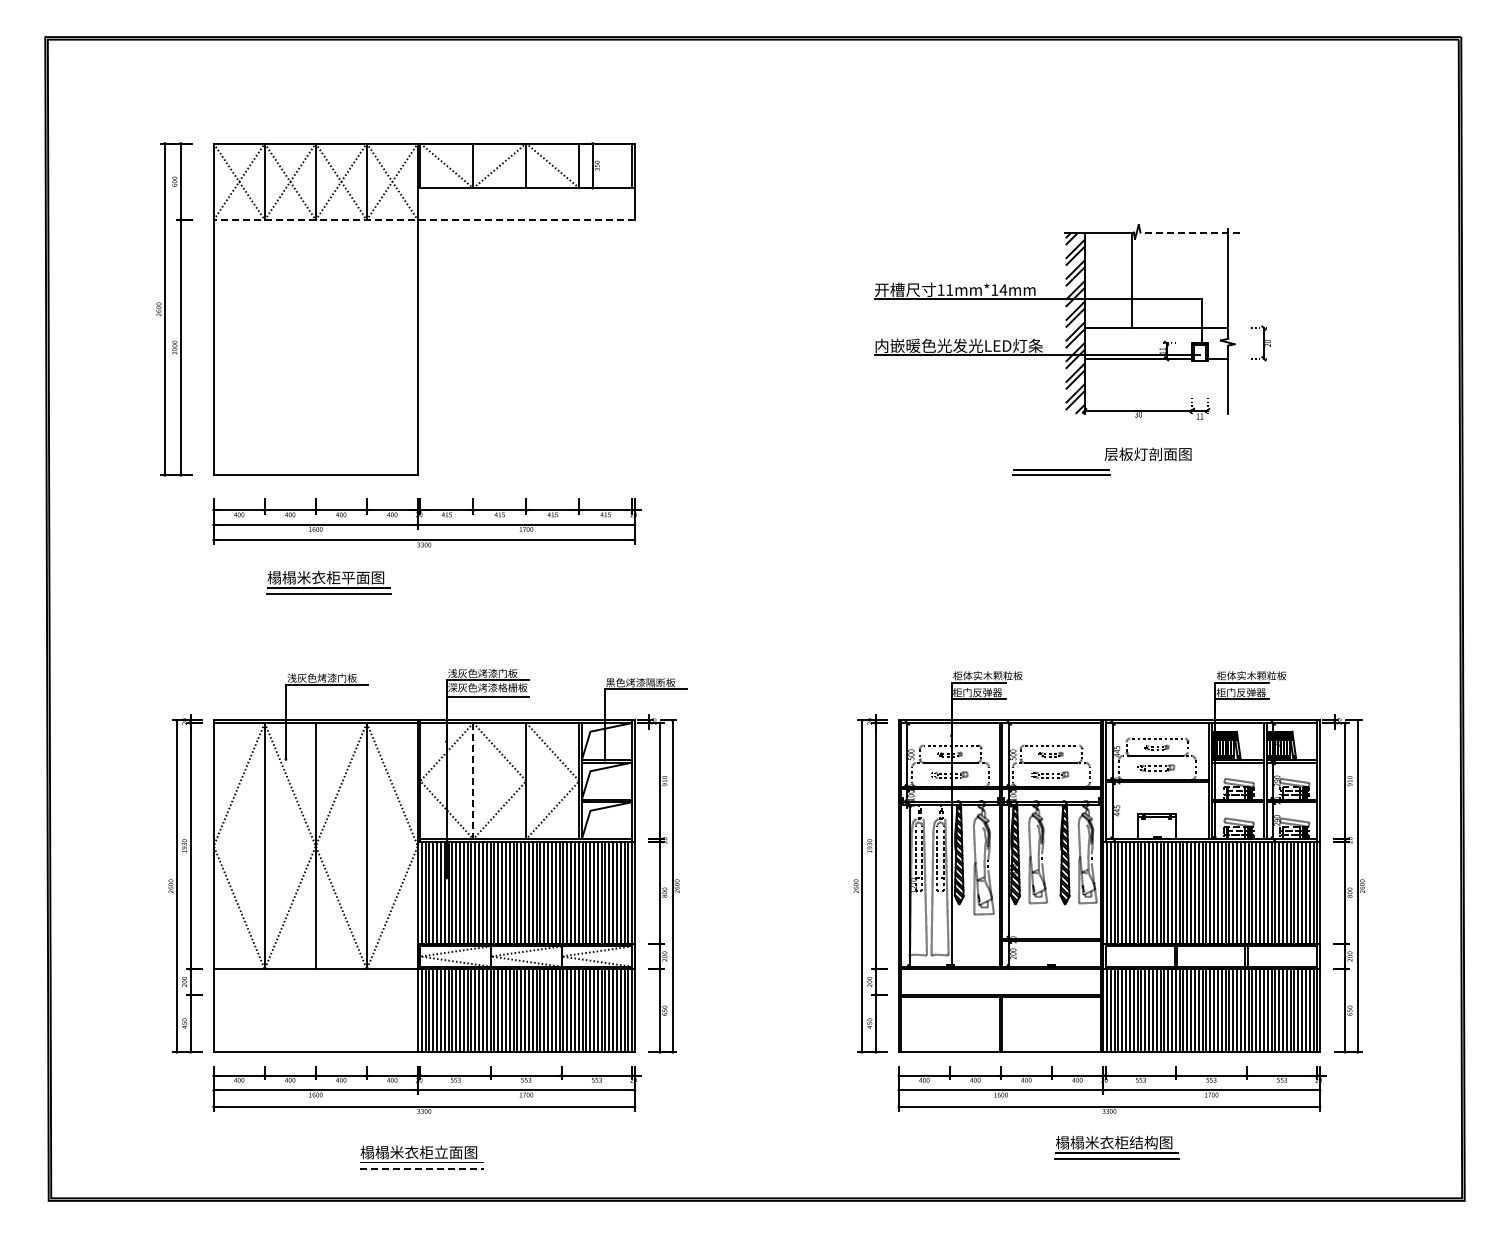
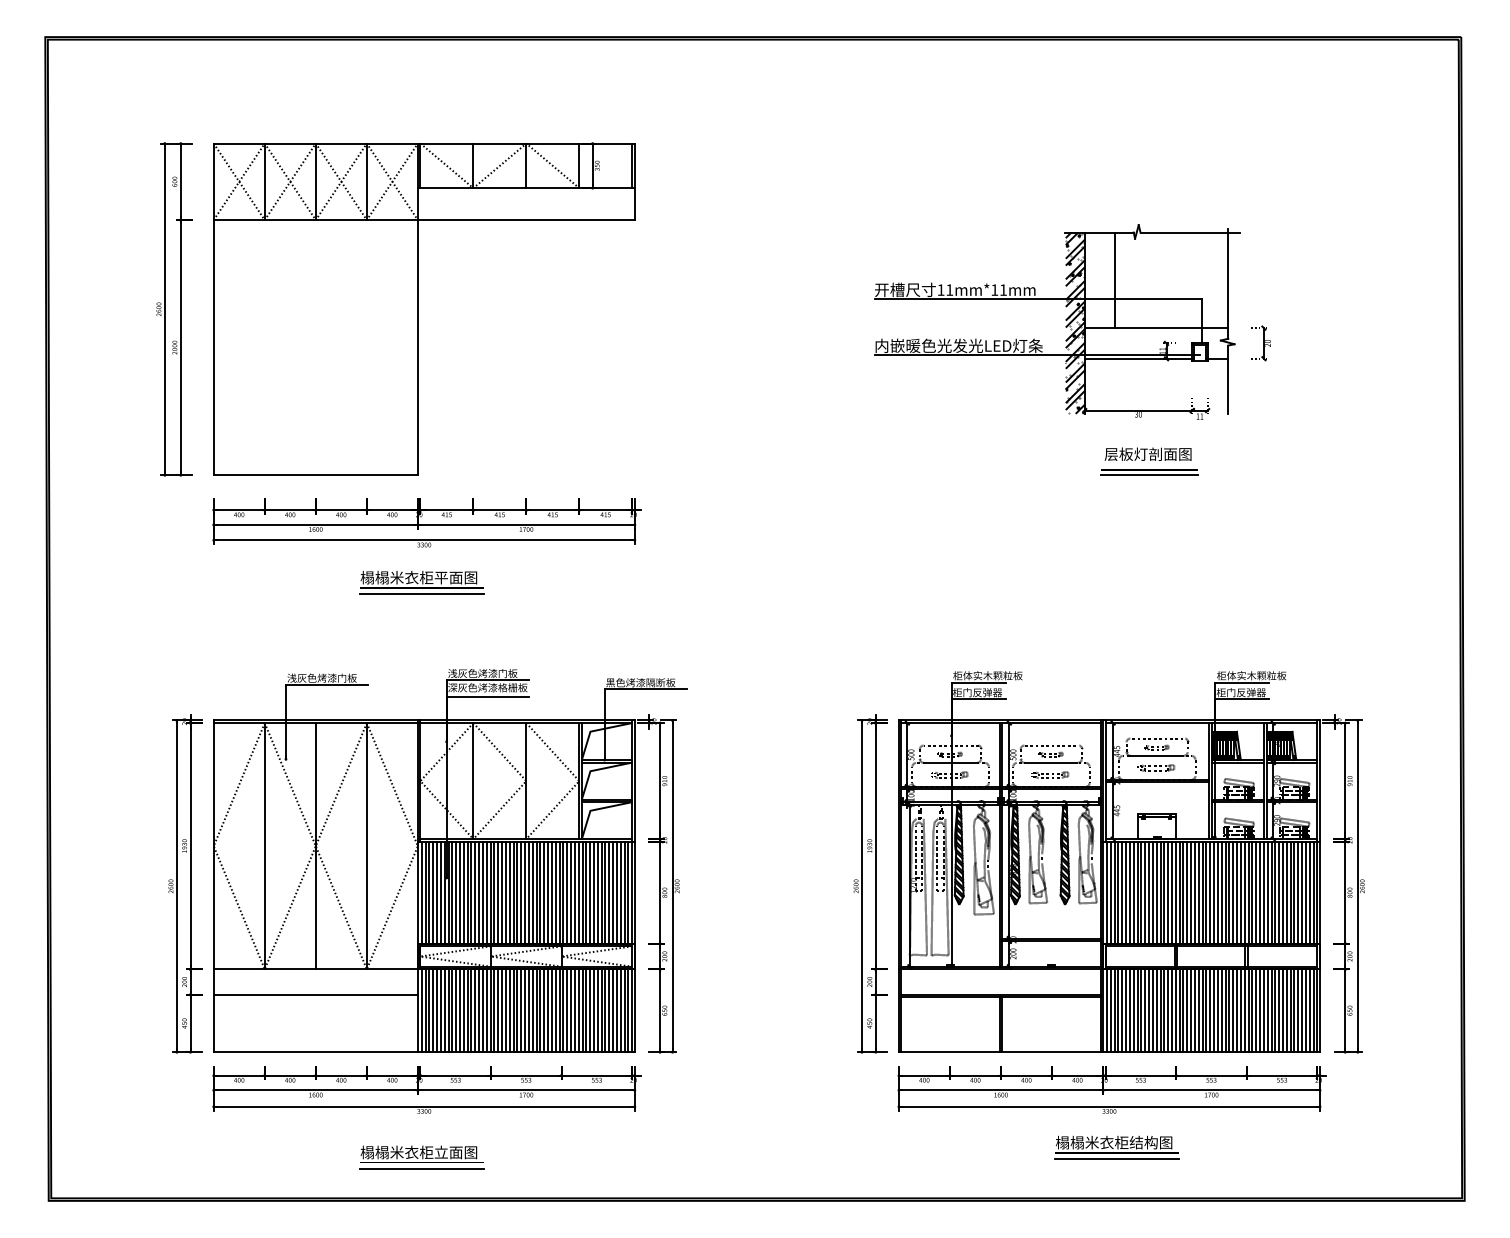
line at (424, 220): dashed -> solid
line at (1190, 232): dashed -> solid
line at (1132, 280) position: (1132, 280) -> (1115, 280)
text at (1003, 289): 11mm*14mm -> 11mm*11mm
hatch at (1074, 322): none -> present
part at (1061, 472) position: (1061, 472) -> (1149, 472)
part at (328, 582) position: (328, 582) -> (421, 582)
line at (473, 781): dashed -> solid
line at (315, 994): none -> present
line at (422, 1168): dashed -> solid
